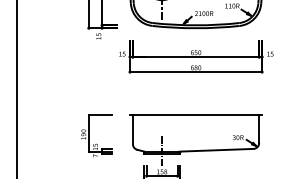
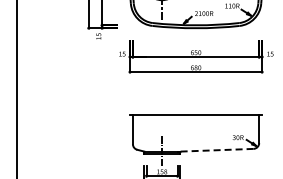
part at (89, 135): present -> none
line at (216, 150): solid -> dashed
